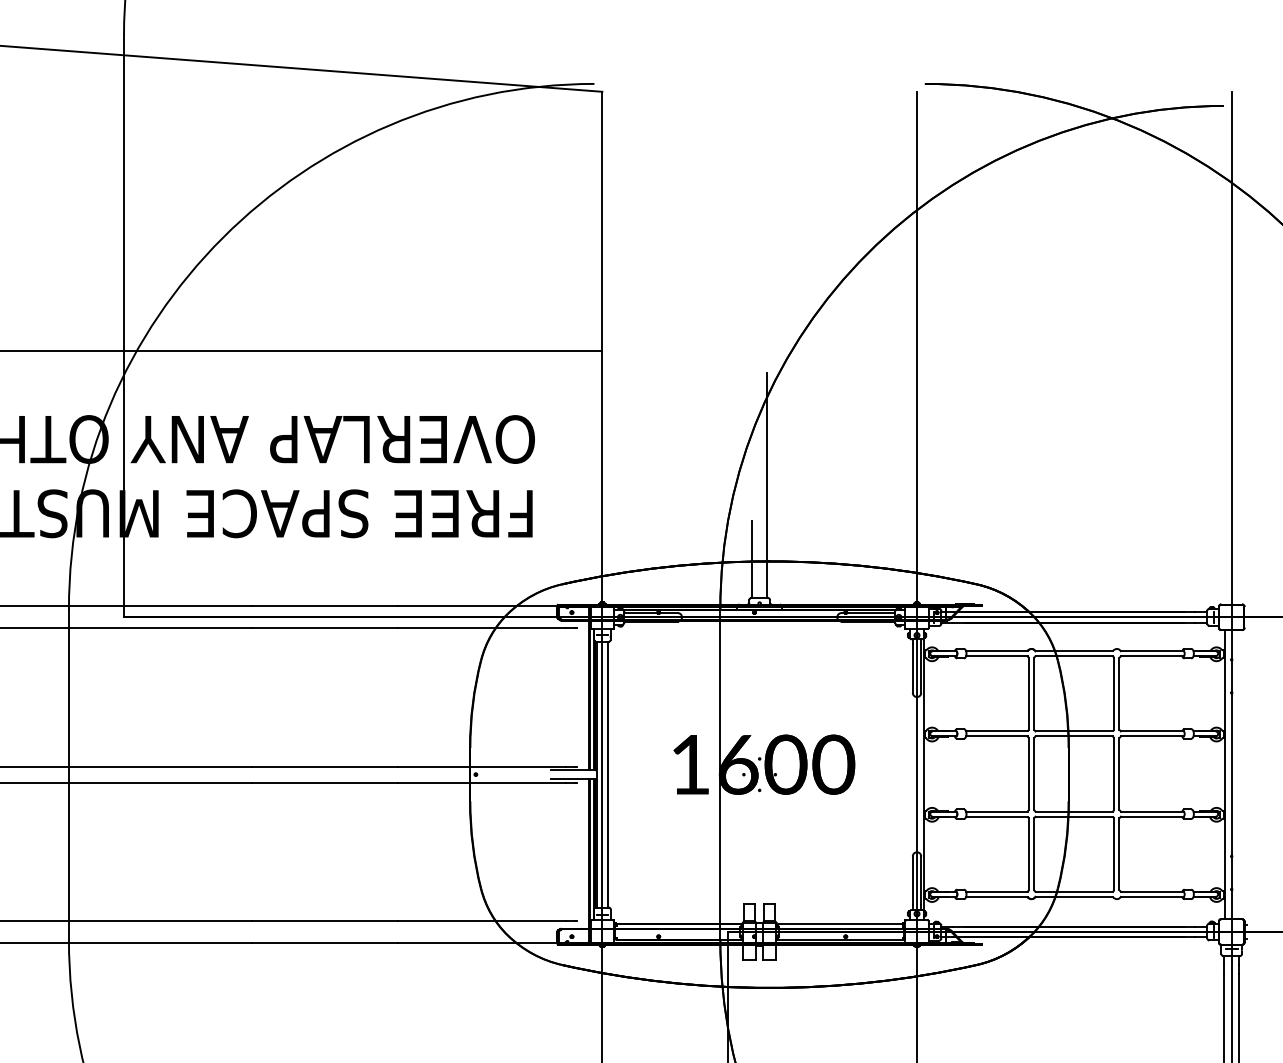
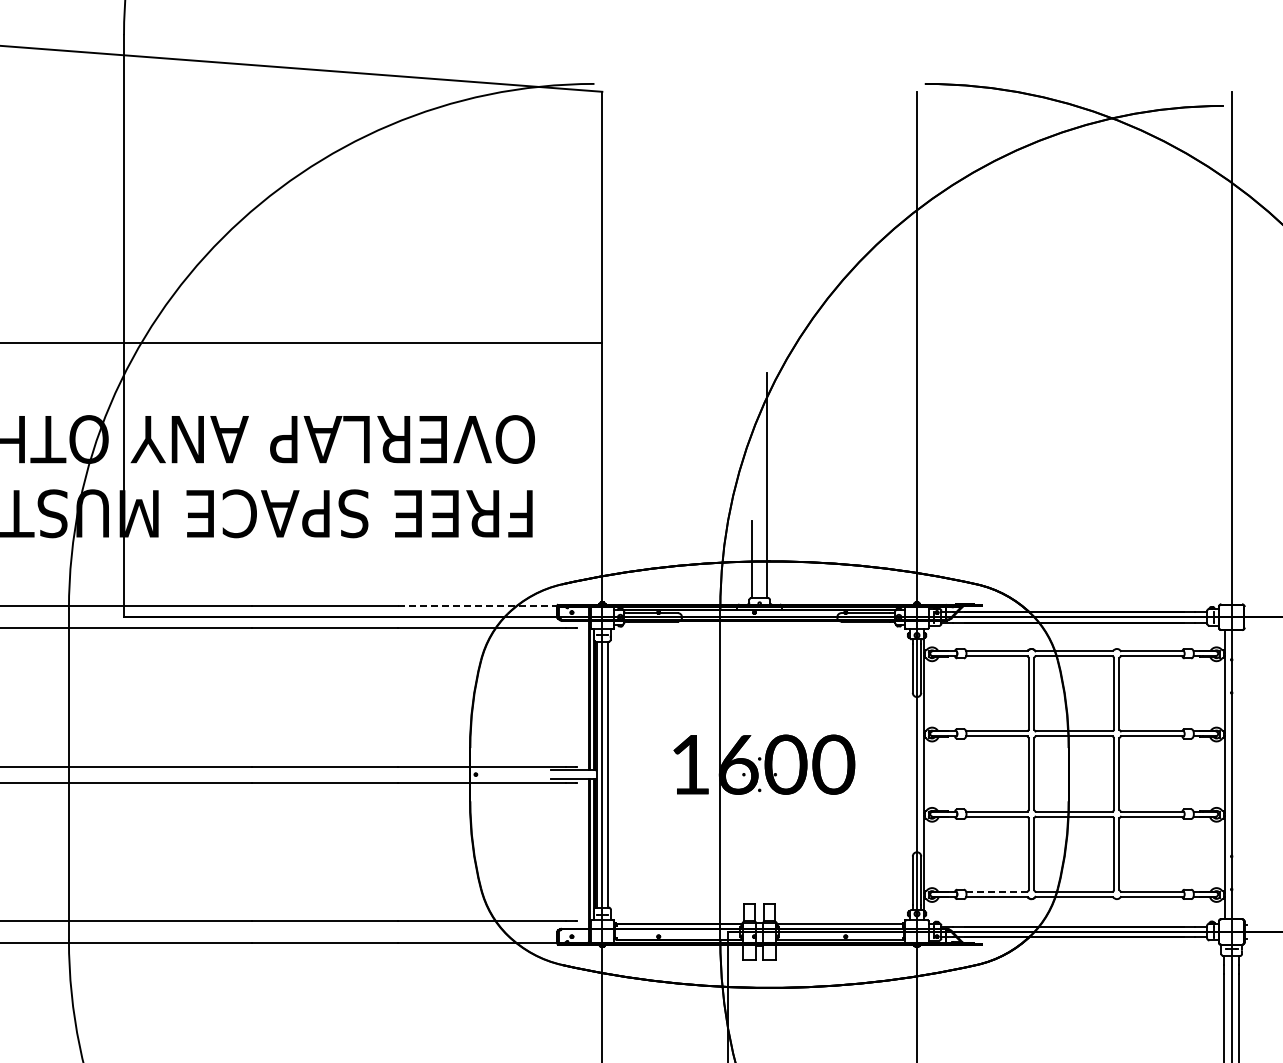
line at (302, 351) position: (302, 351) -> (302, 343)
line at (481, 606): solid -> dashed
line at (997, 891): solid -> dashed
